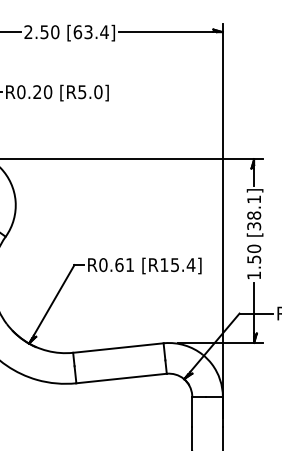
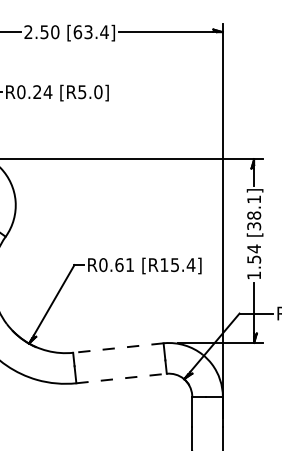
text at (47, 92): R0.20 -> R0.24
text at (254, 248): 1.50 -> 1.54
line at (117, 348): solid -> dashed
line at (122, 378): solid -> dashed
